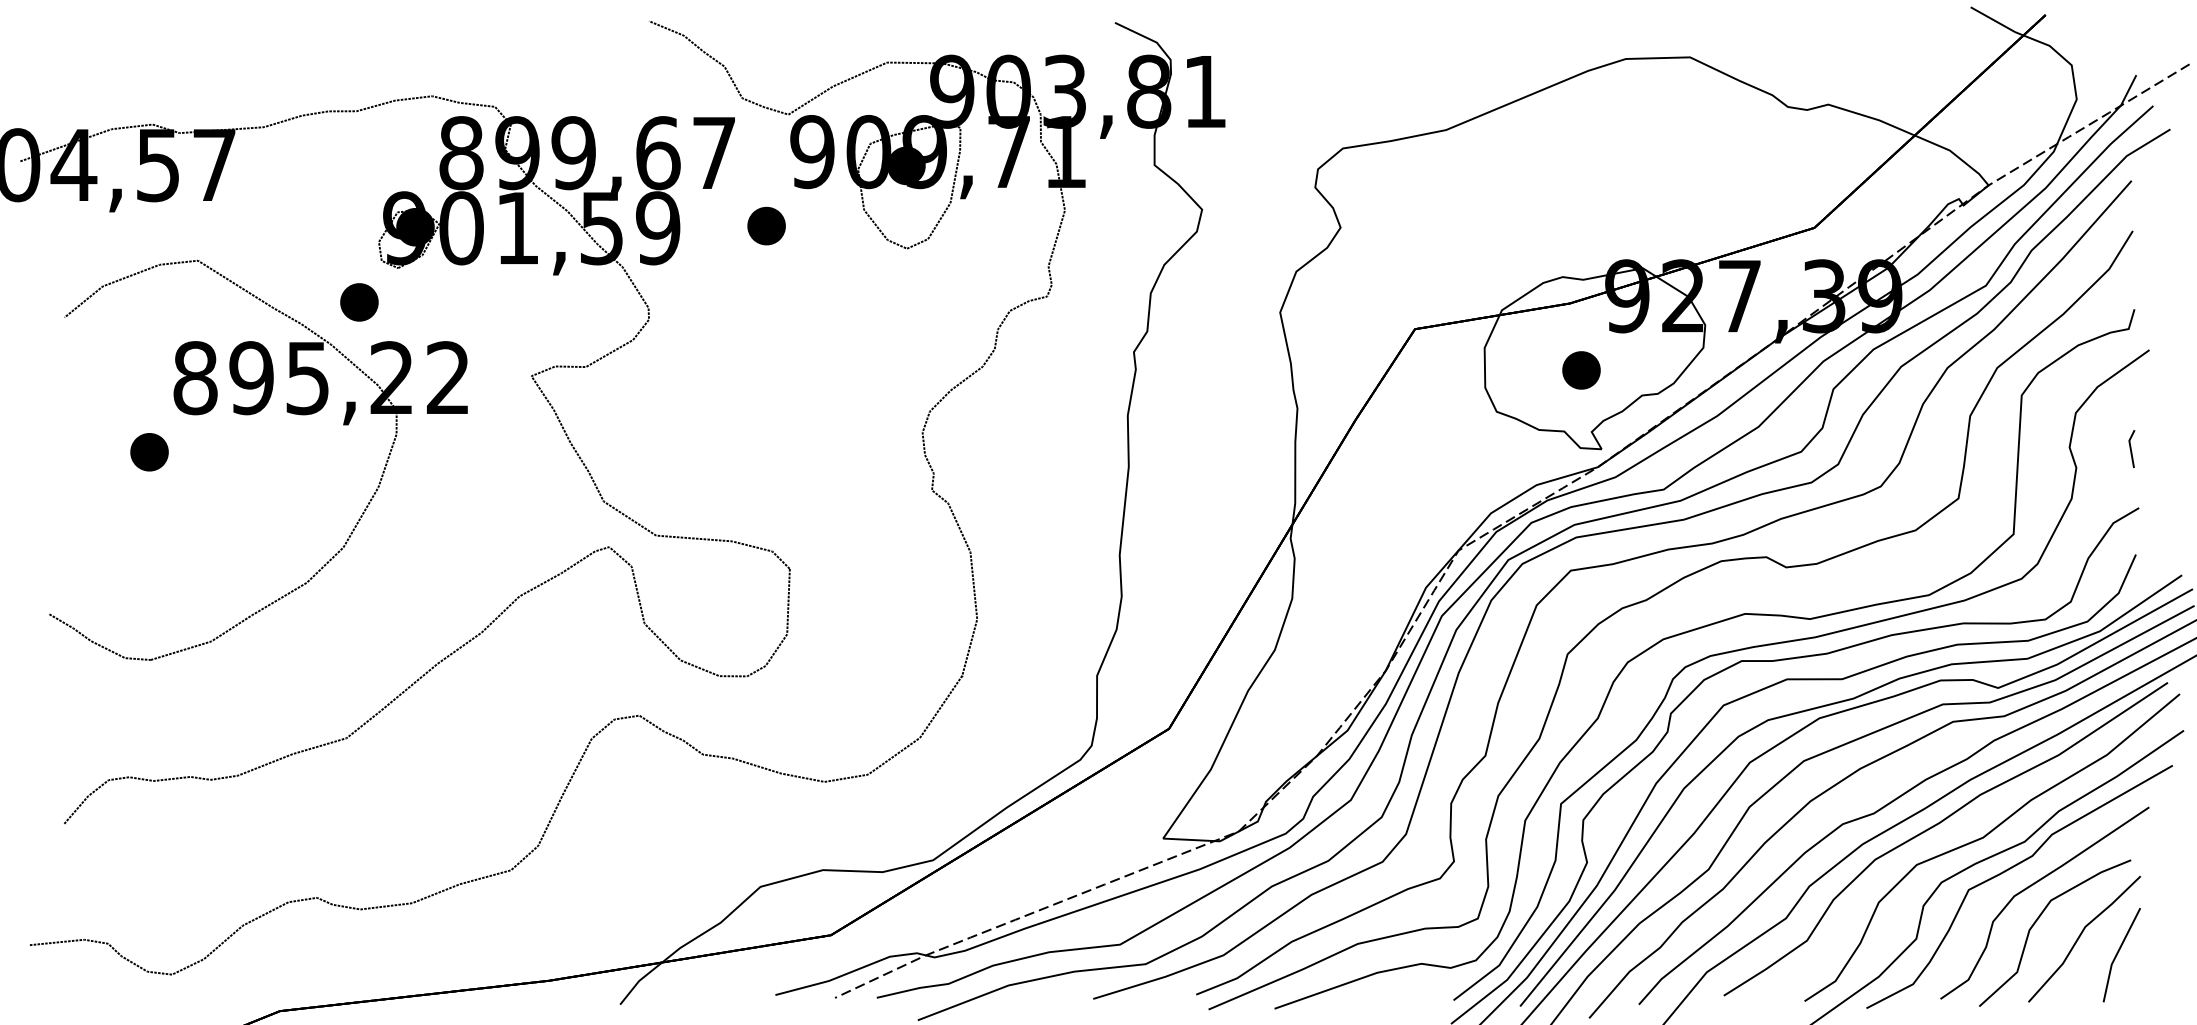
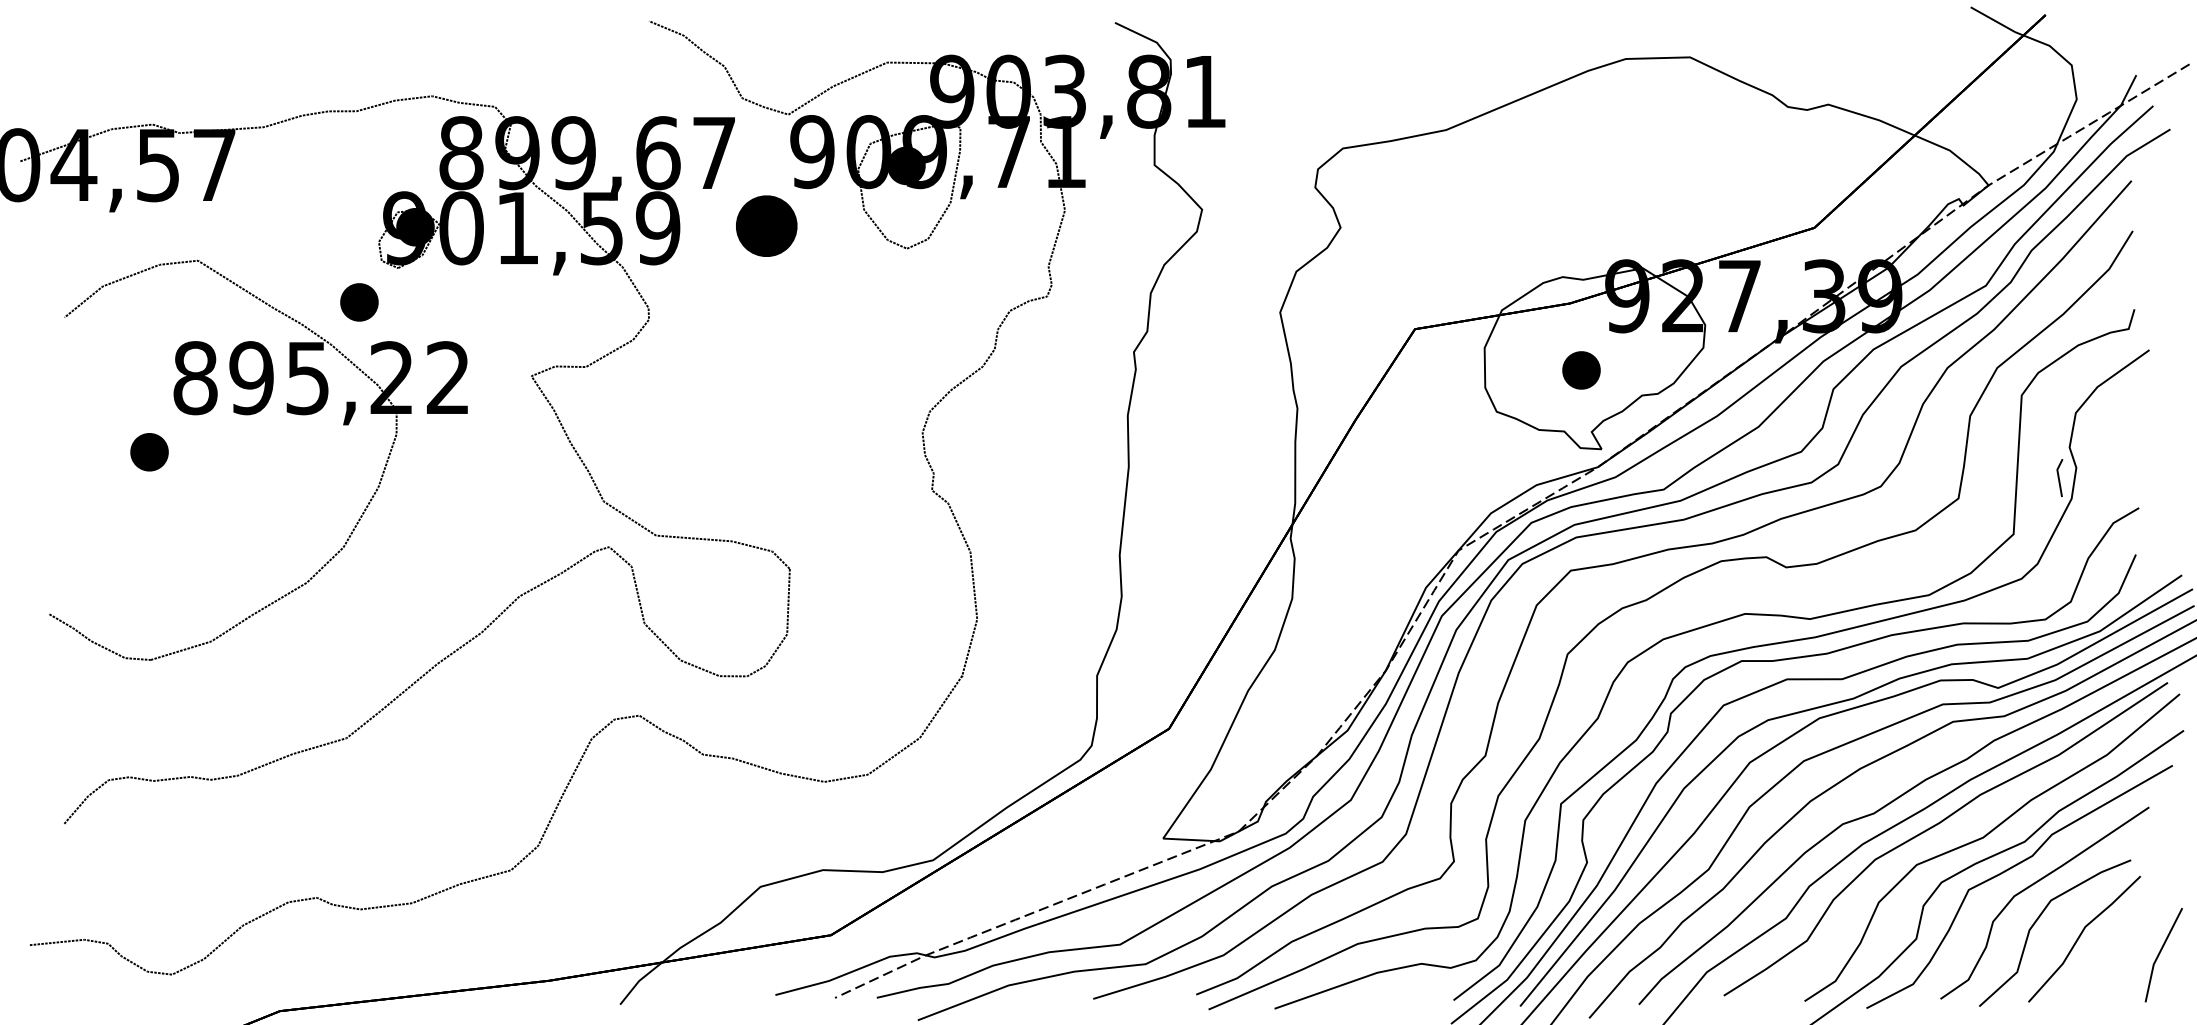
part at (766, 225) size: 39x40 px -> 62x62 px
line at (2131, 448) position: (2131, 448) -> (2059, 477)
line at (2118, 953) position: (2118, 953) -> (2160, 953)
